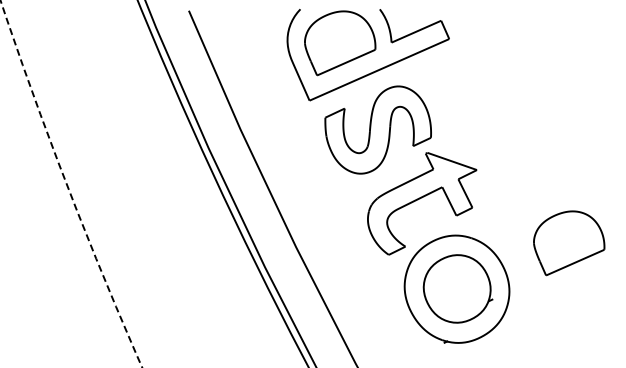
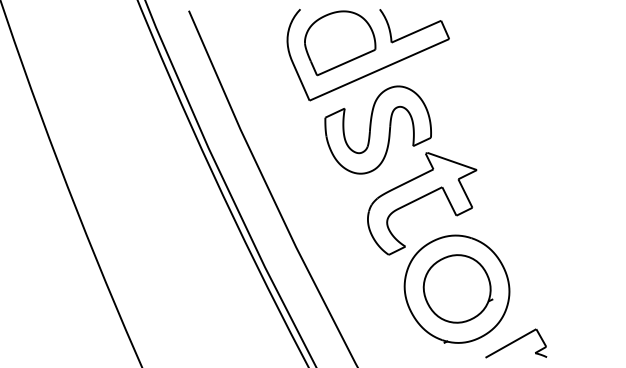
arc at (67, 185): dashed -> solid
part at (569, 243): present -> none
part at (516, 343): none -> present
